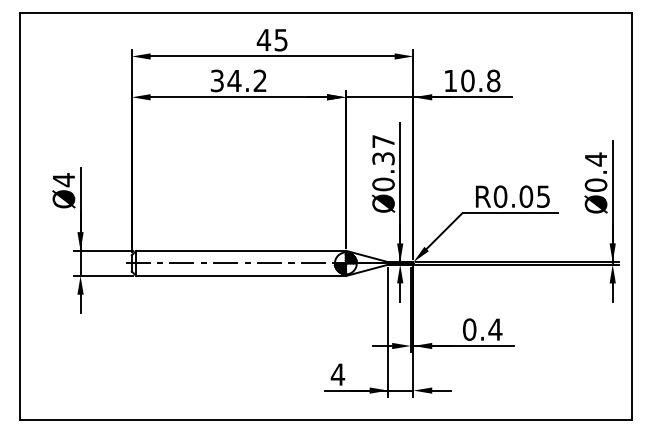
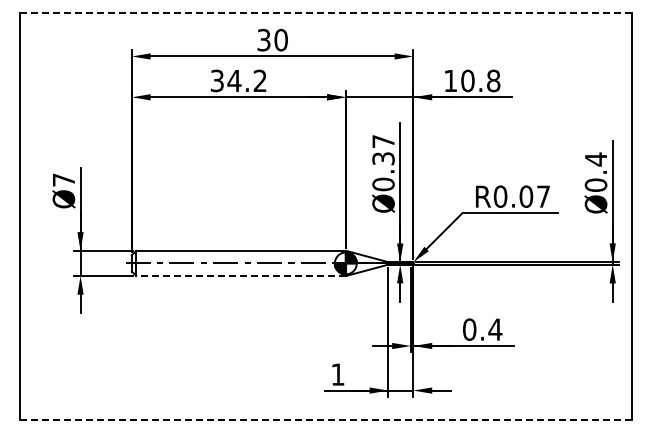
line at (326, 13): solid -> dashed
text at (271, 39): 45 -> 30
text at (63, 180): Ø4 -> Ø7
text at (543, 196): R0.05 -> R0.07
line at (241, 275): solid -> dashed
text at (337, 374): 4 -> 1
line at (325, 419): solid -> dashed
